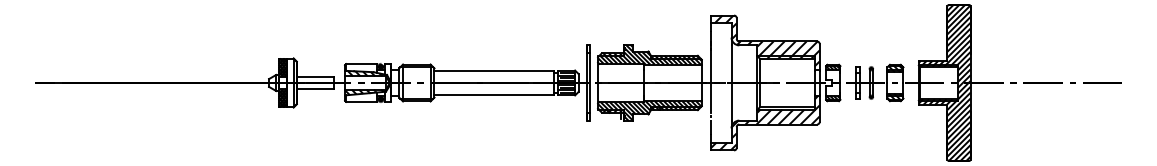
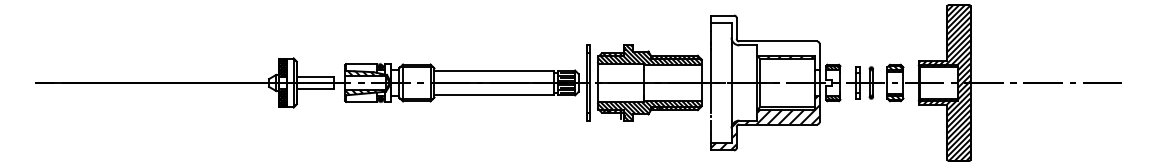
hatch at (764, 40): present -> none
